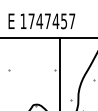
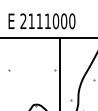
text at (47, 21): 1747457 -> 2111000
